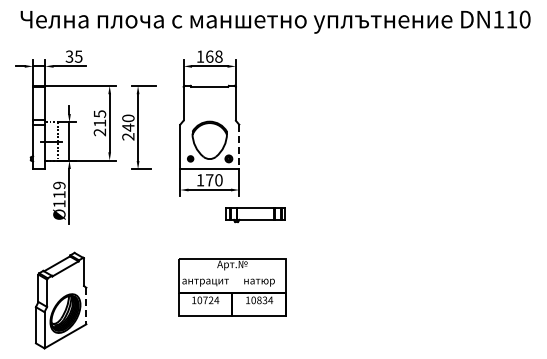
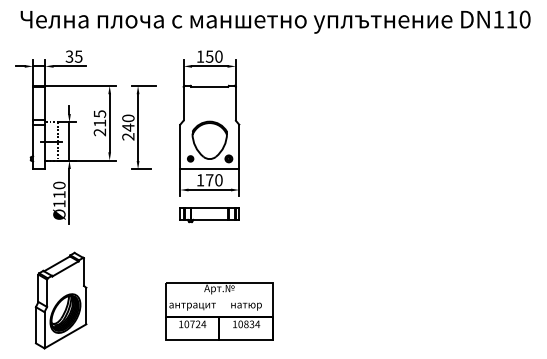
text at (213, 56): 168 -> 150
line at (239, 147): dashed -> solid
text at (59, 185): Ø119 -> Ø110
part at (255, 215) position: (255, 215) -> (209, 215)
part at (232, 287) position: (232, 287) -> (219, 311)
line at (86, 306): dashed -> solid
